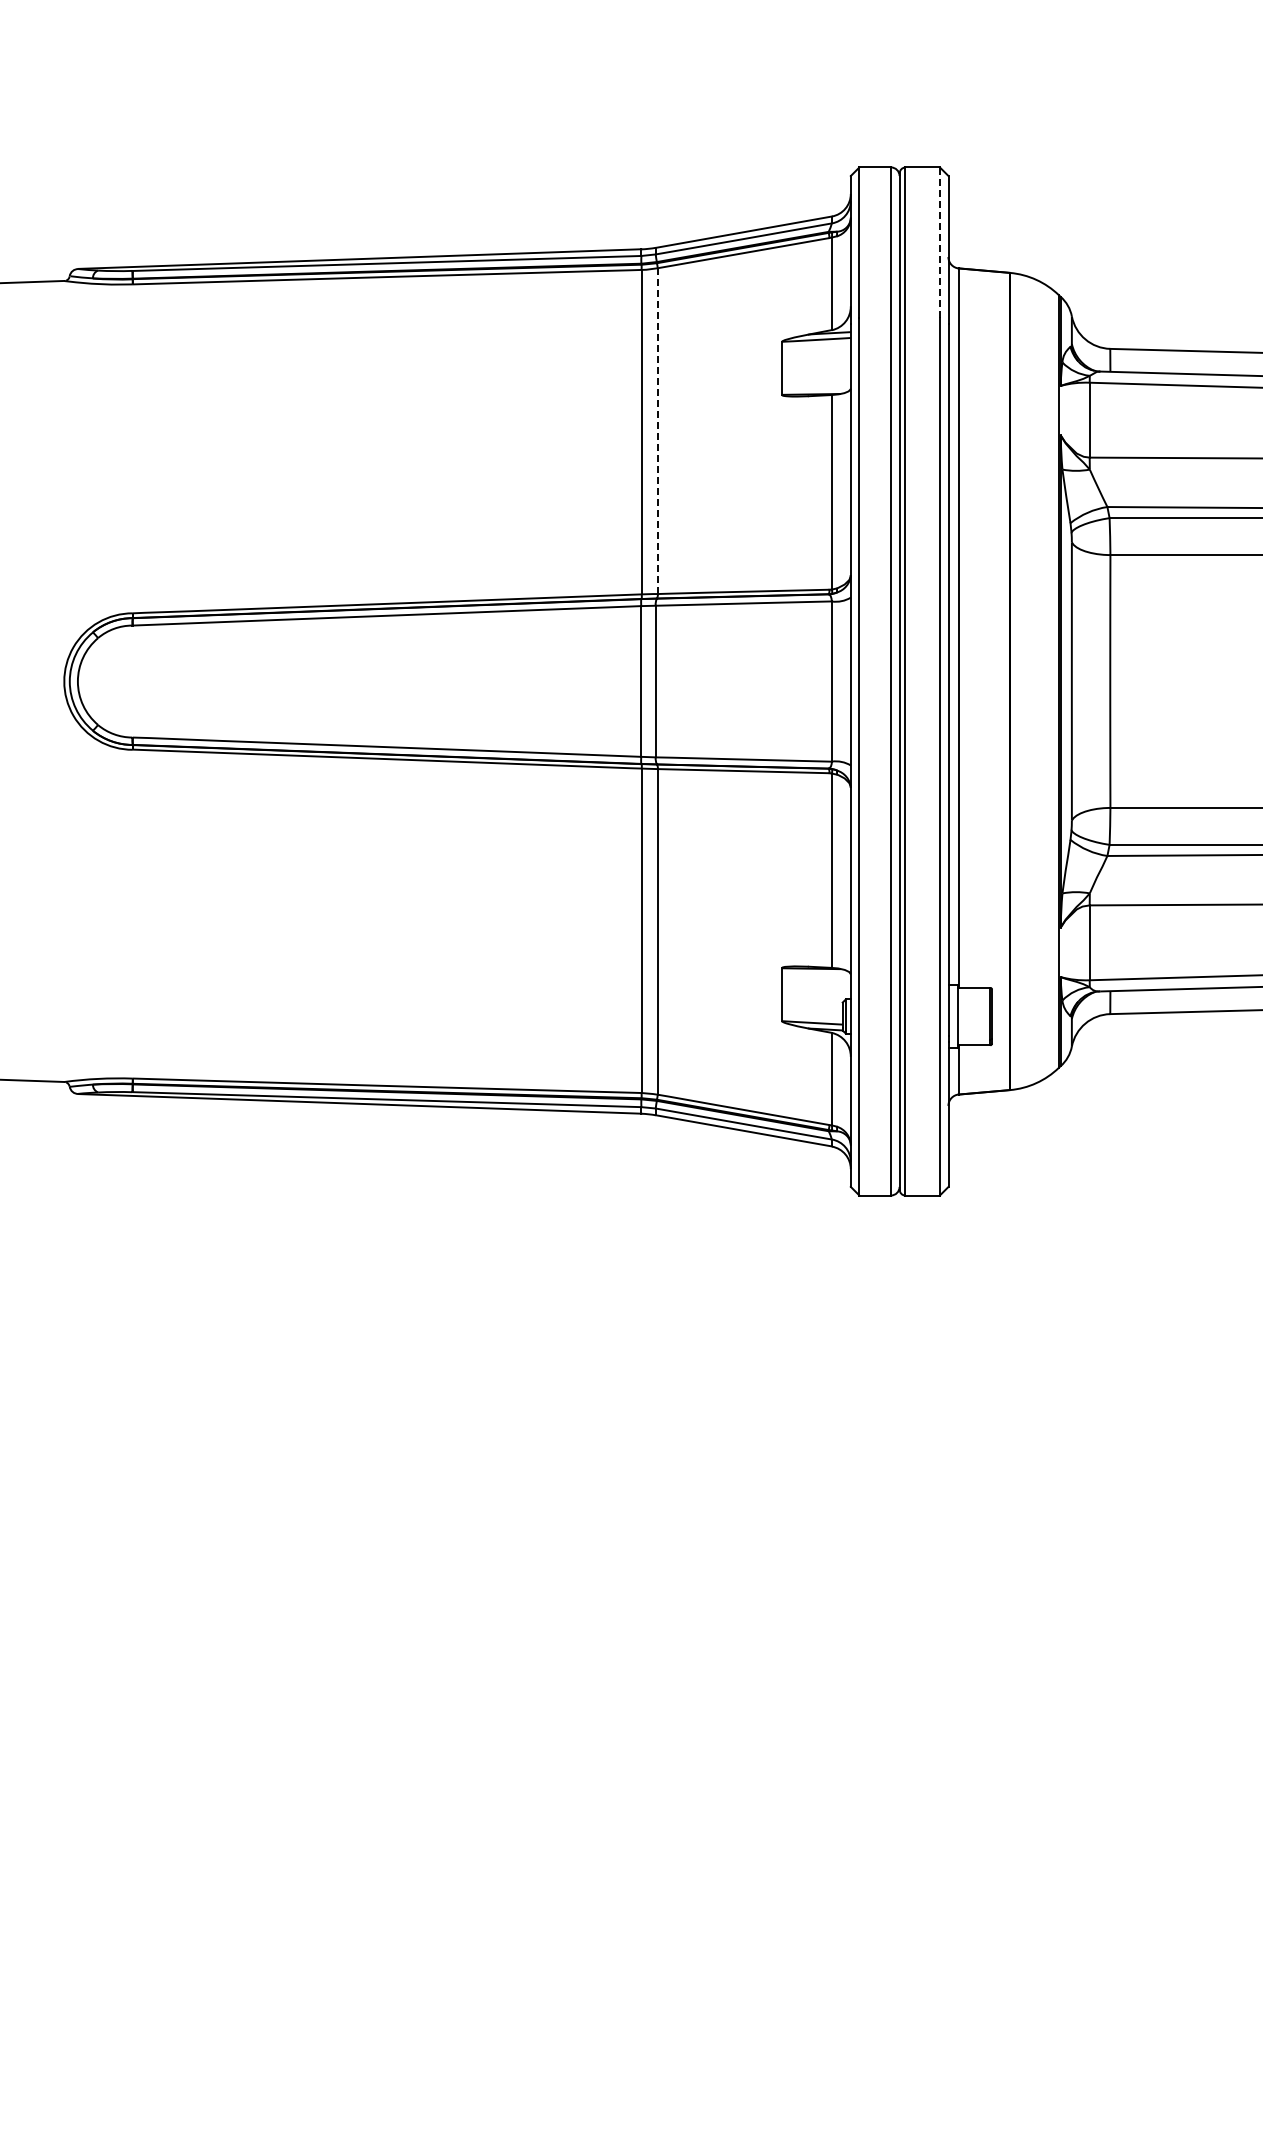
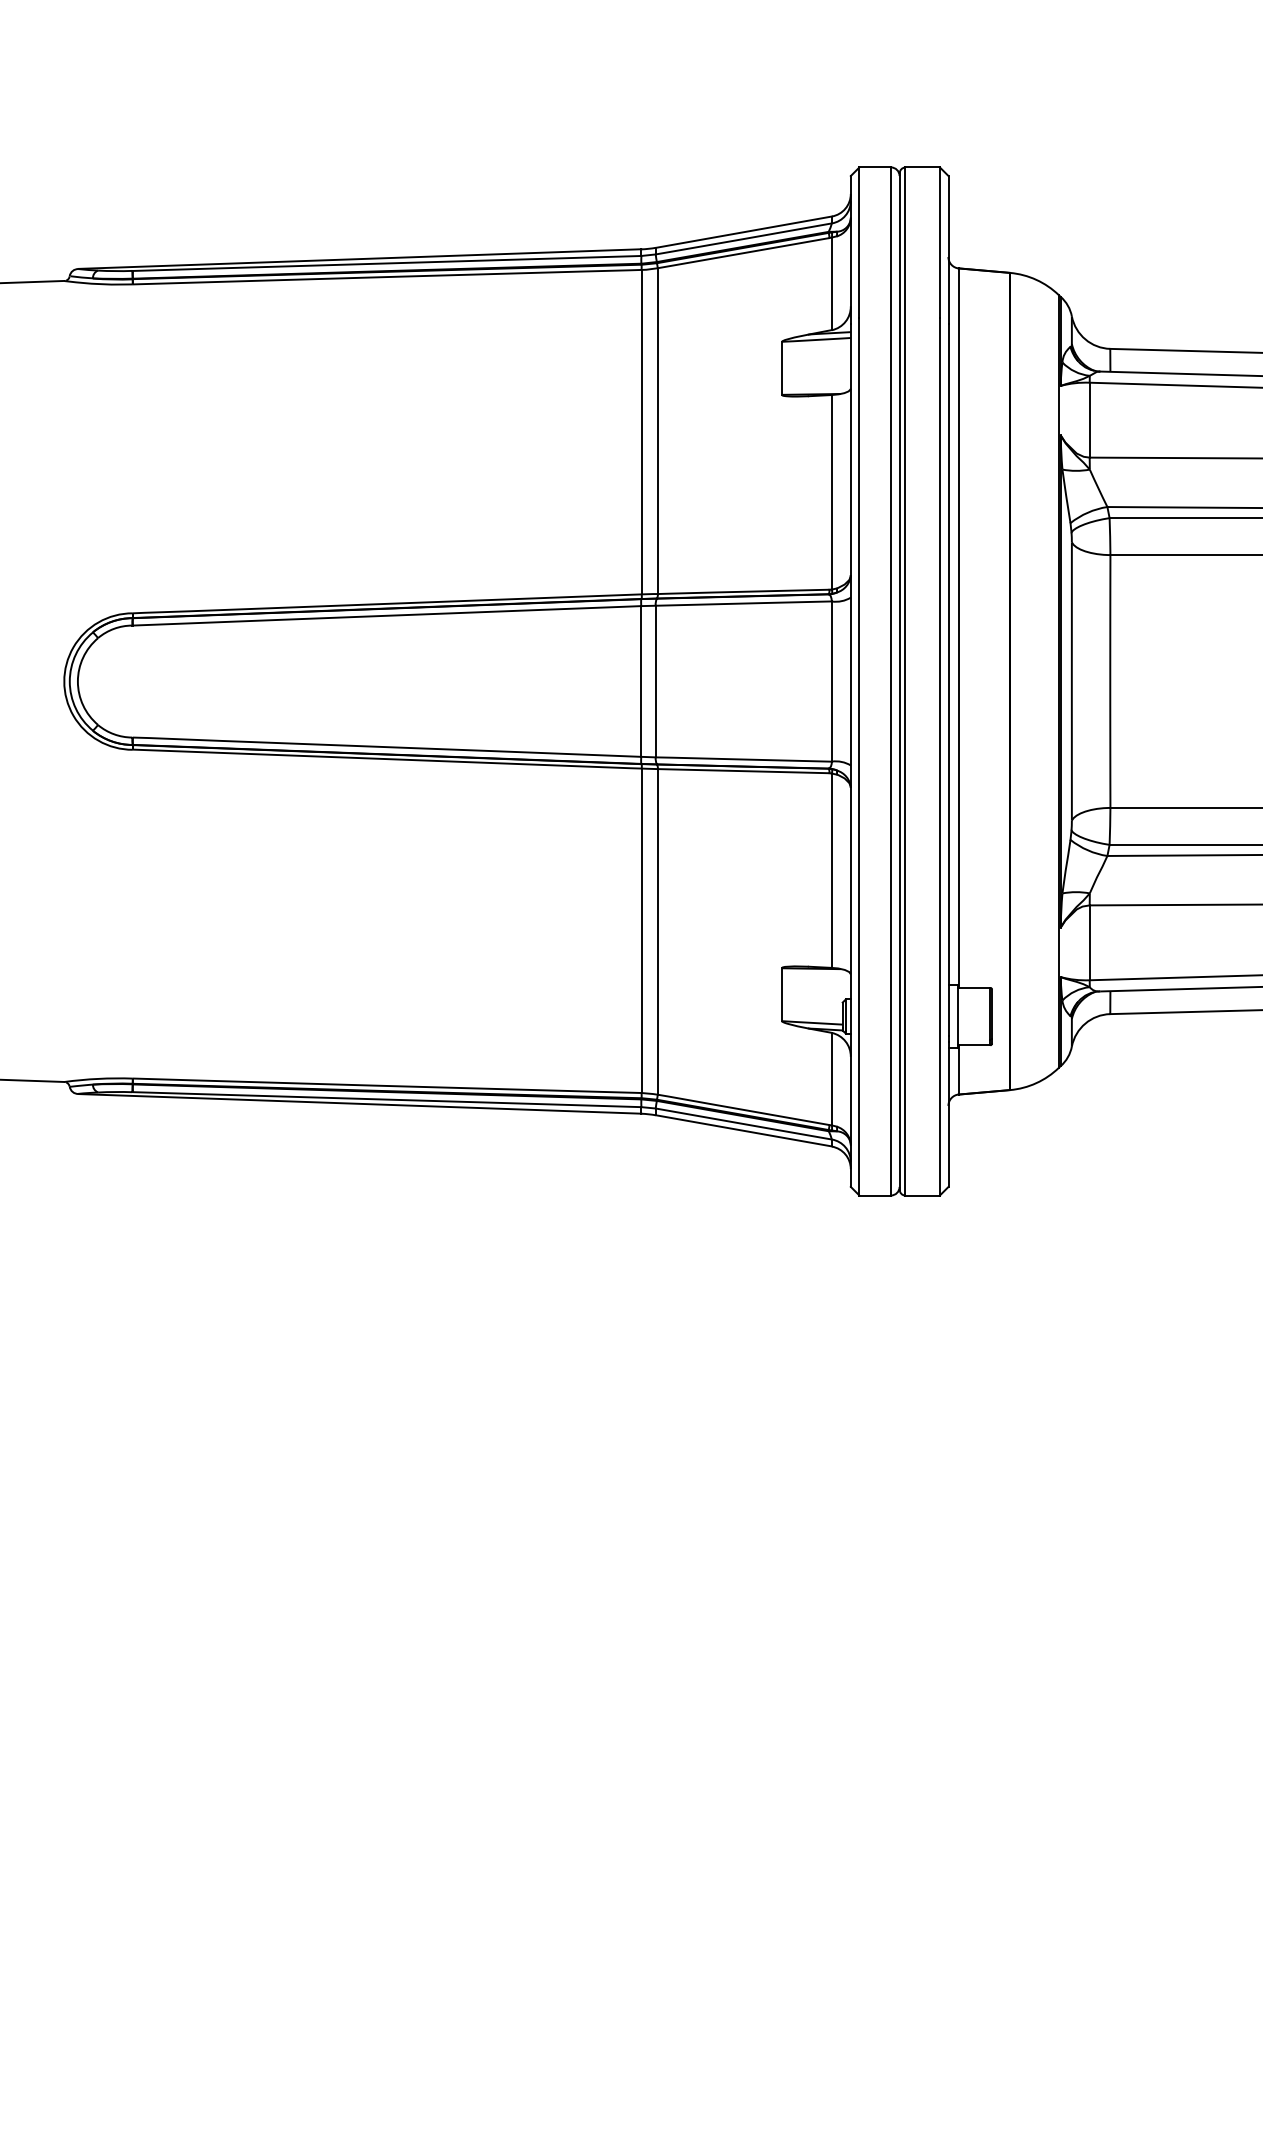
line at (939, 242): dashed -> solid
line at (657, 431): dashed -> solid
